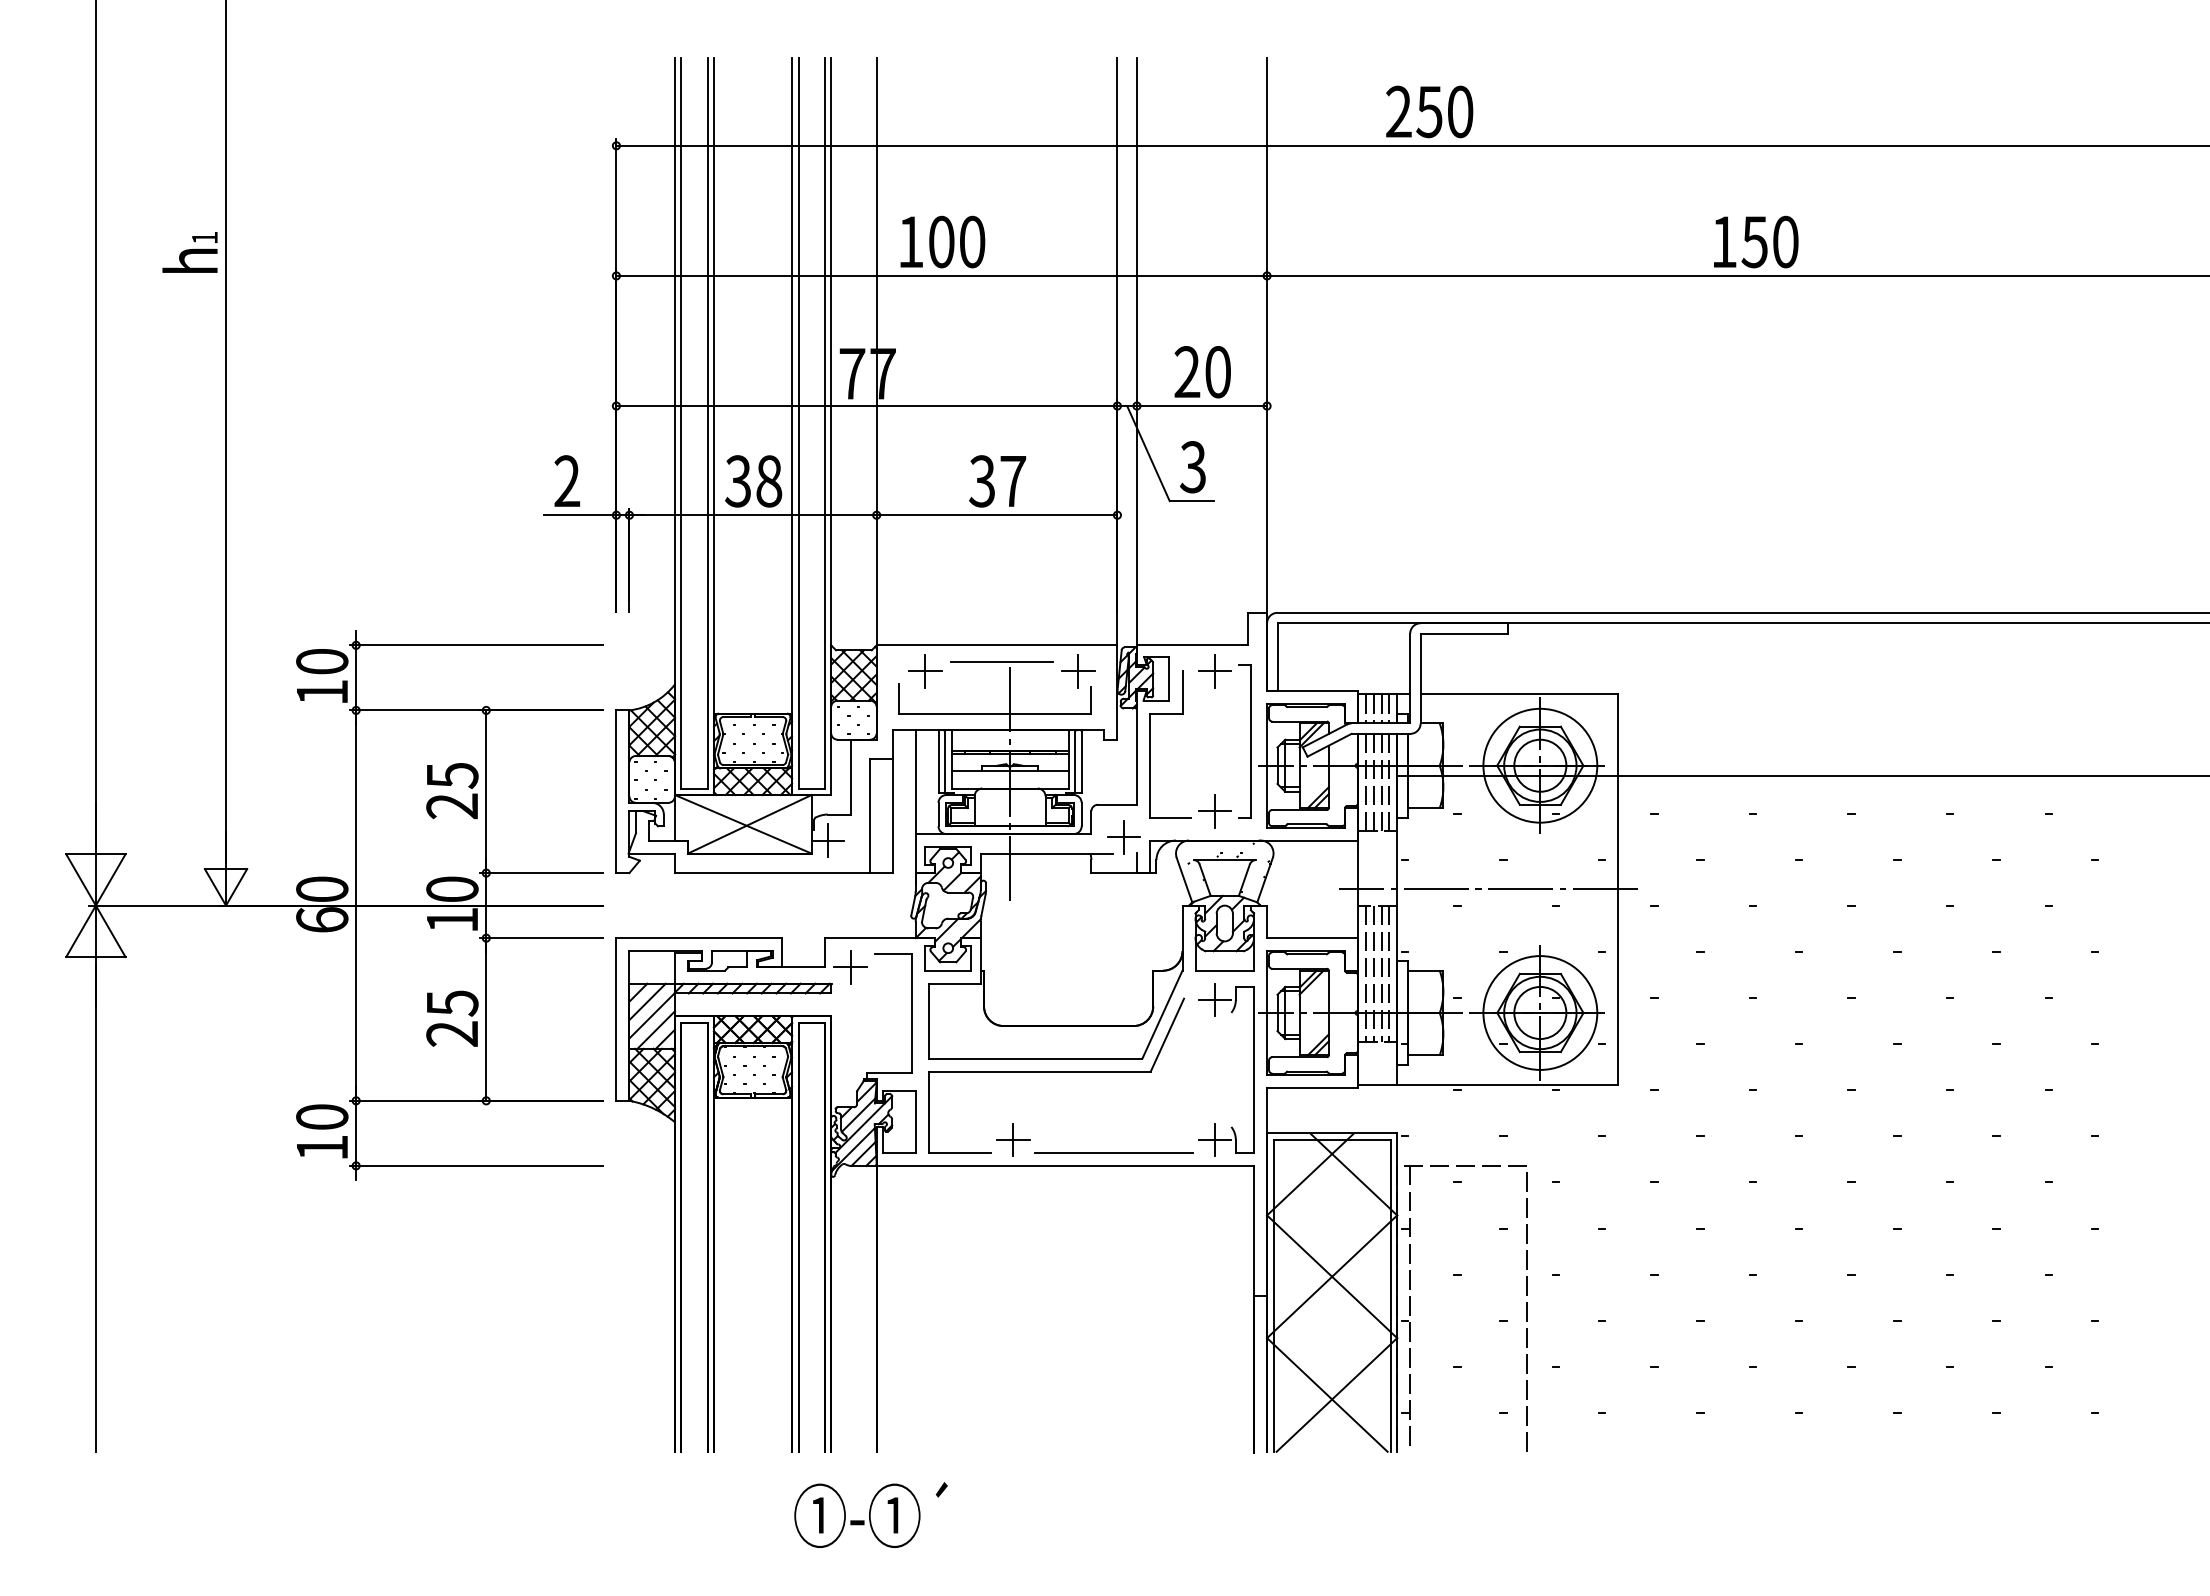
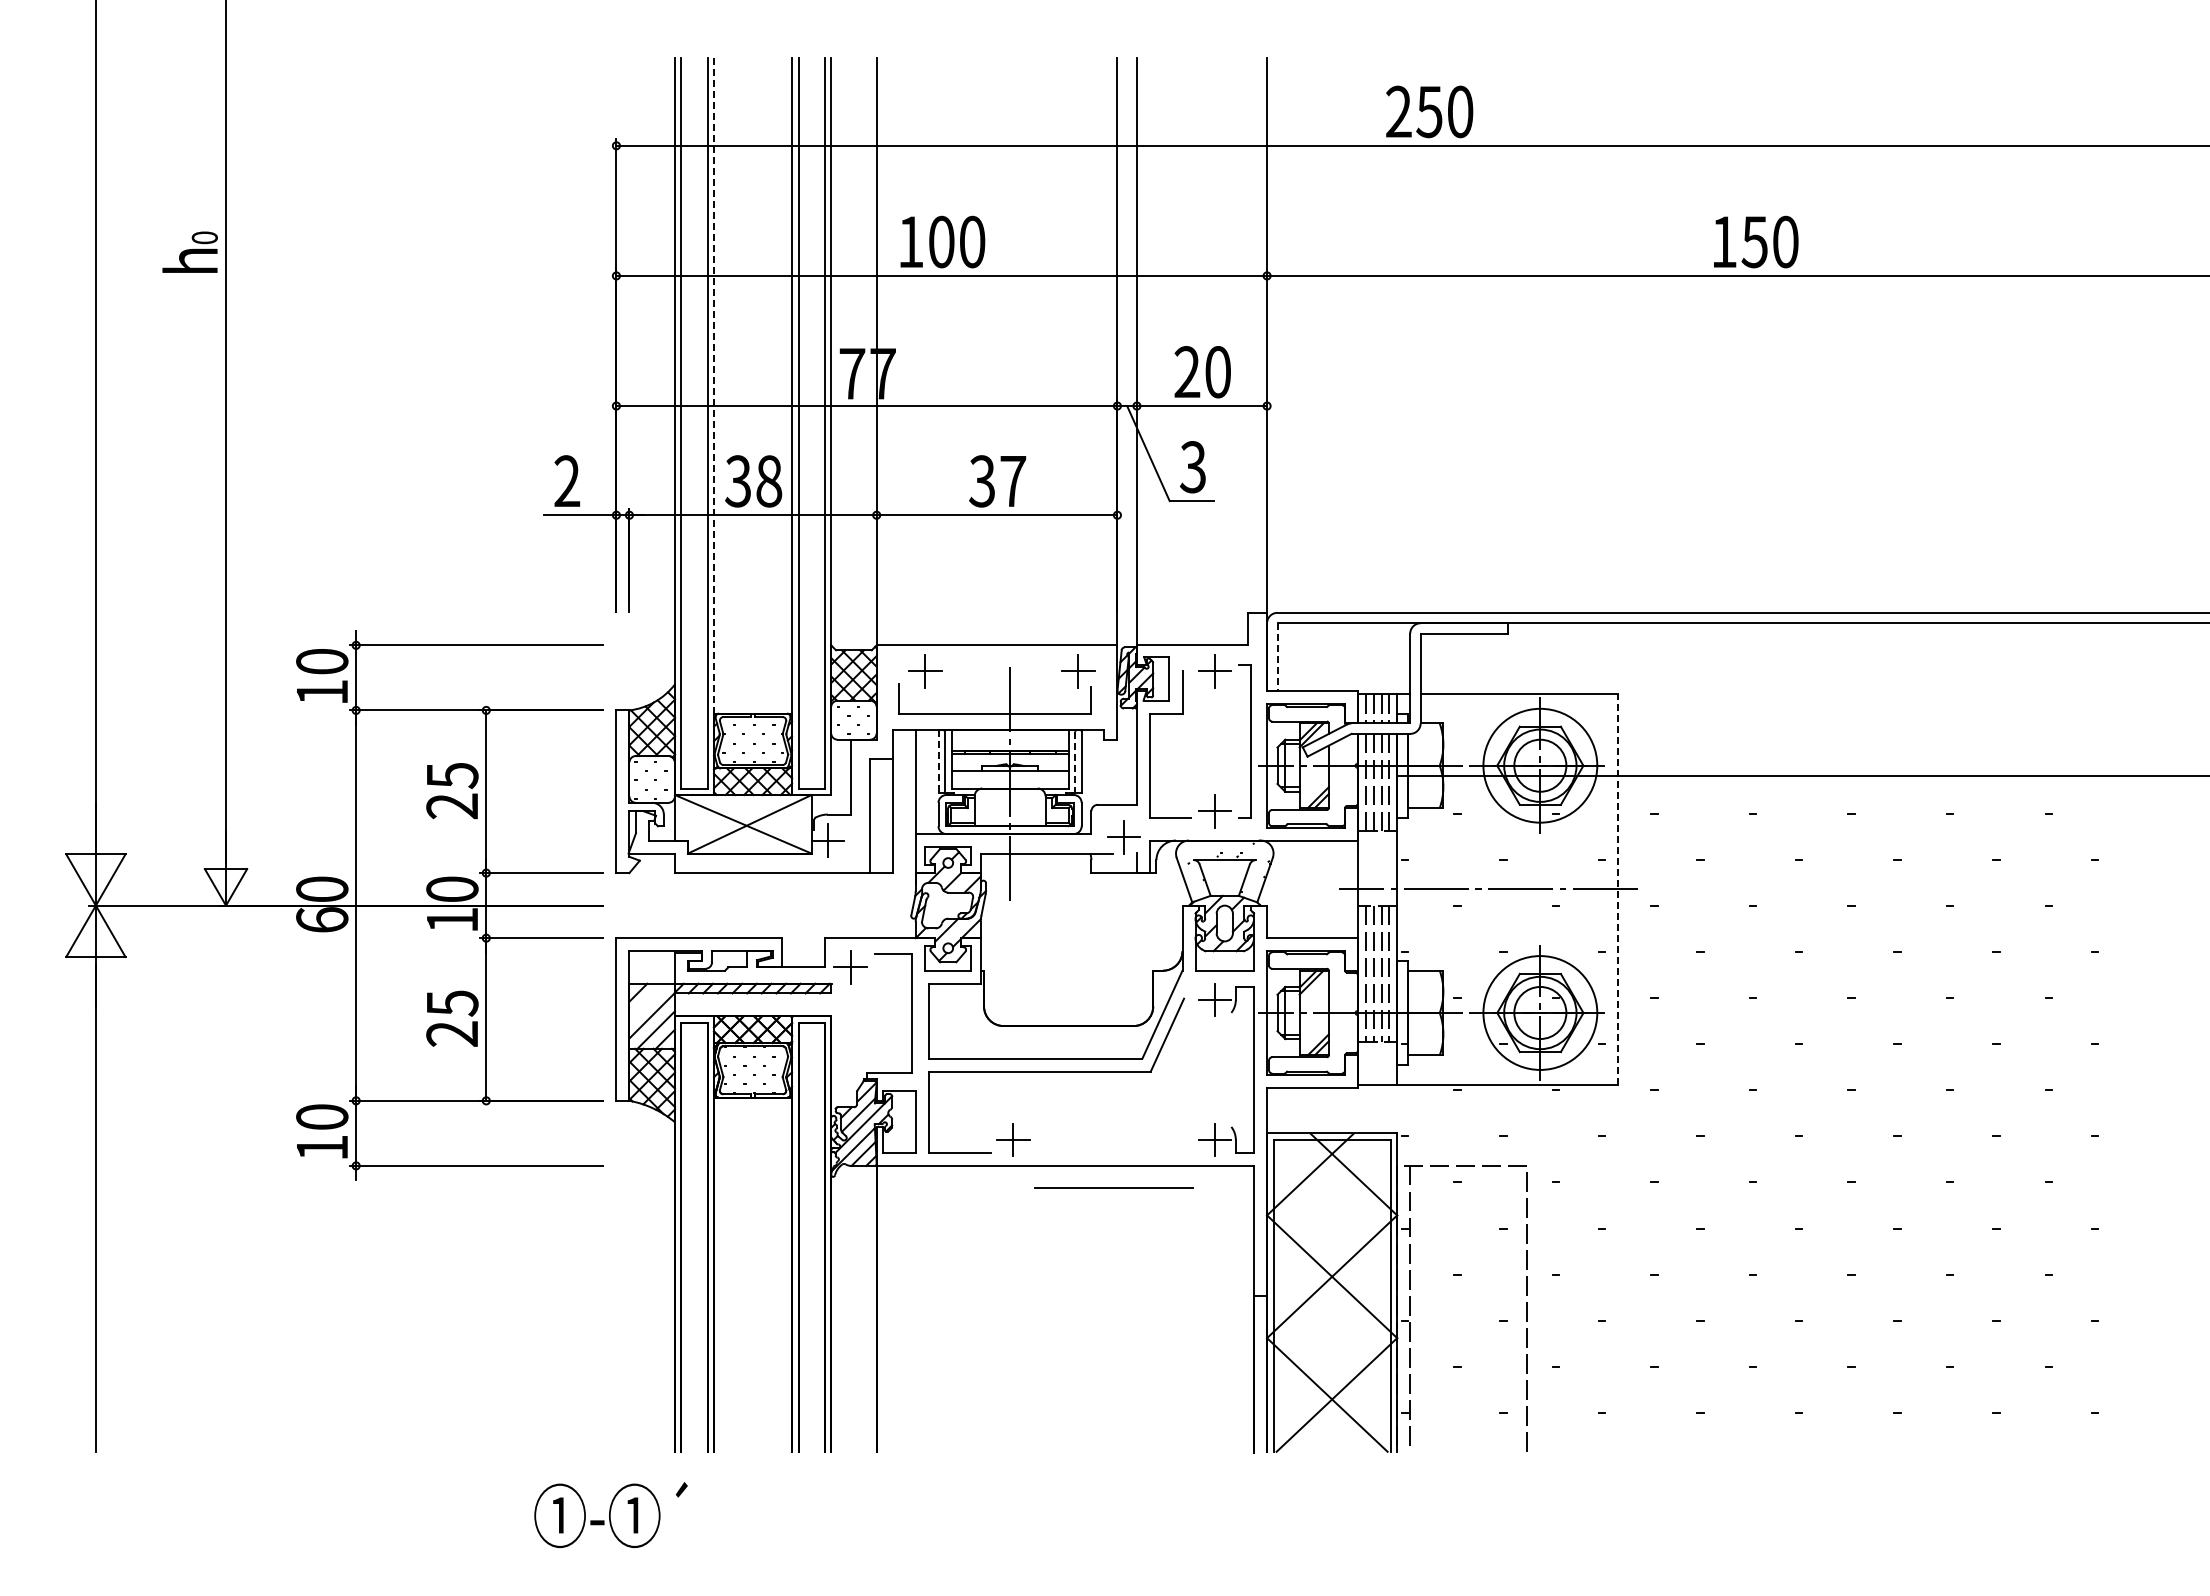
text at (204, 237): 1 -> 0
line at (714, 426): solid -> dashed
line at (1277, 657): solid -> dashed
line at (1001, 661): present -> none
line at (938, 761): solid -> dashed
line at (1075, 762): solid -> dashed
line at (1618, 888): solid -> dashed
line at (647, 1001): present -> none
line at (1113, 1152) position: (1113, 1152) -> (1113, 1187)
text at (870, 1515) position: (870, 1515) -> (610, 1515)
